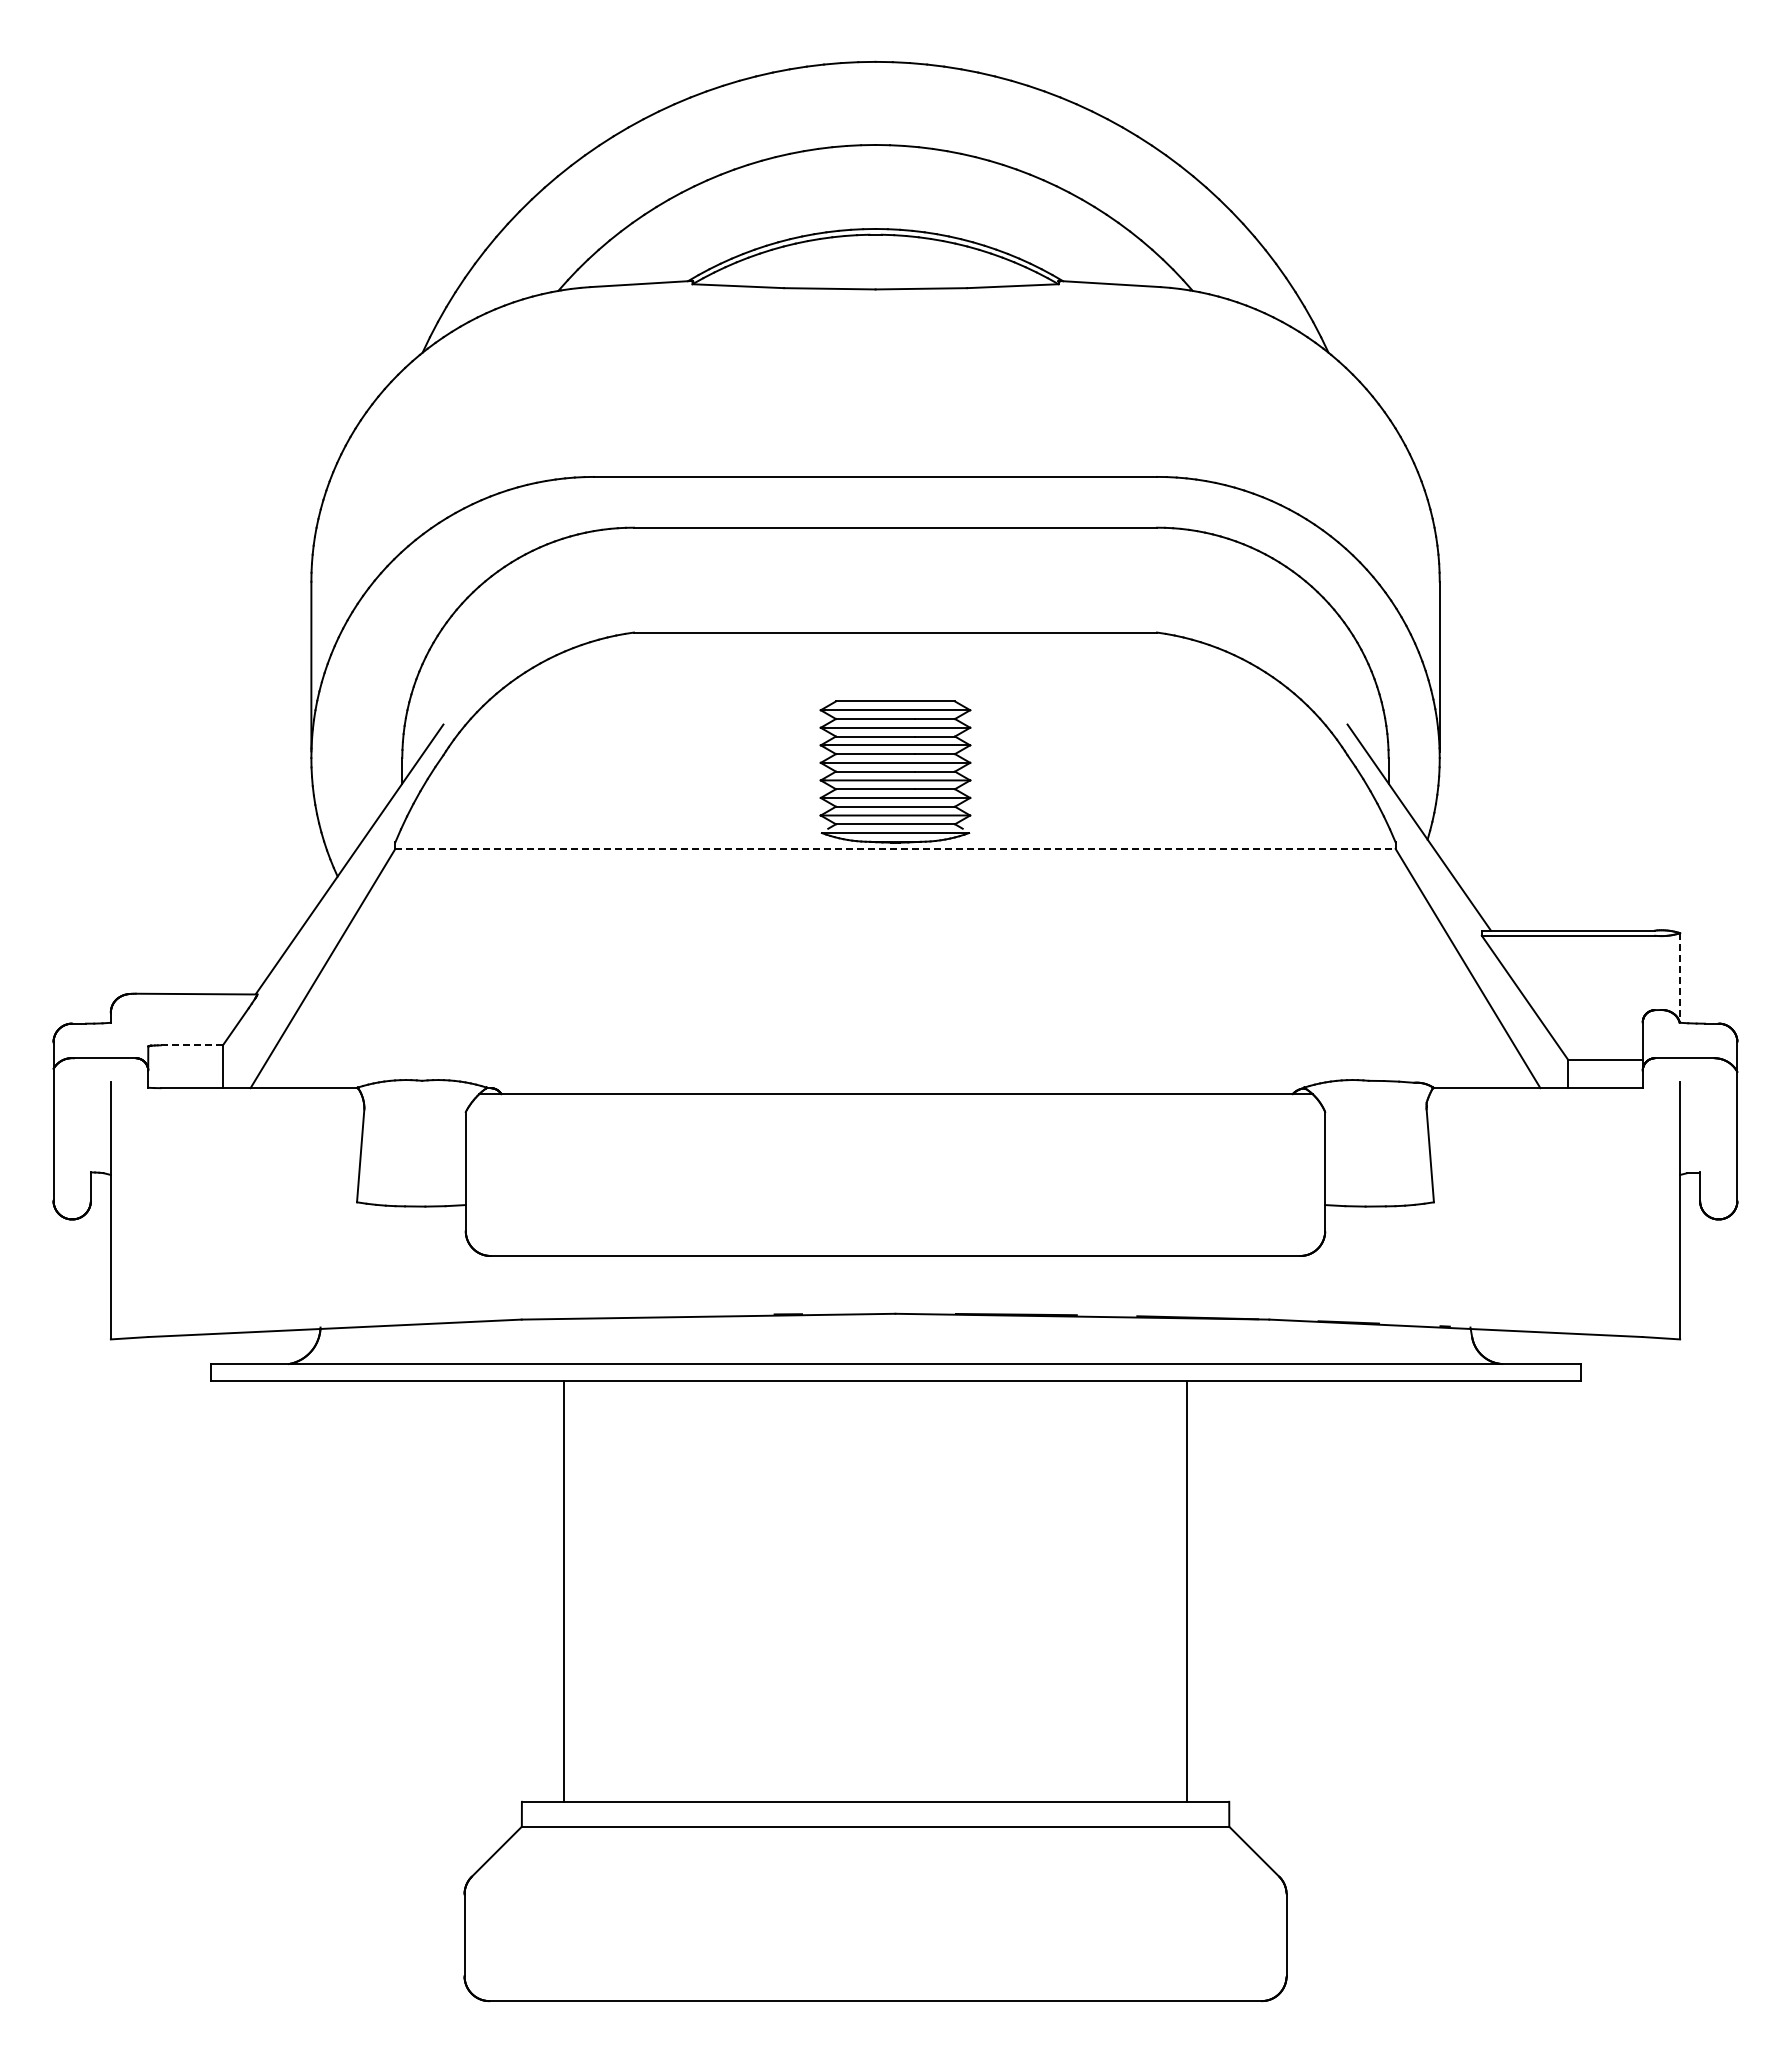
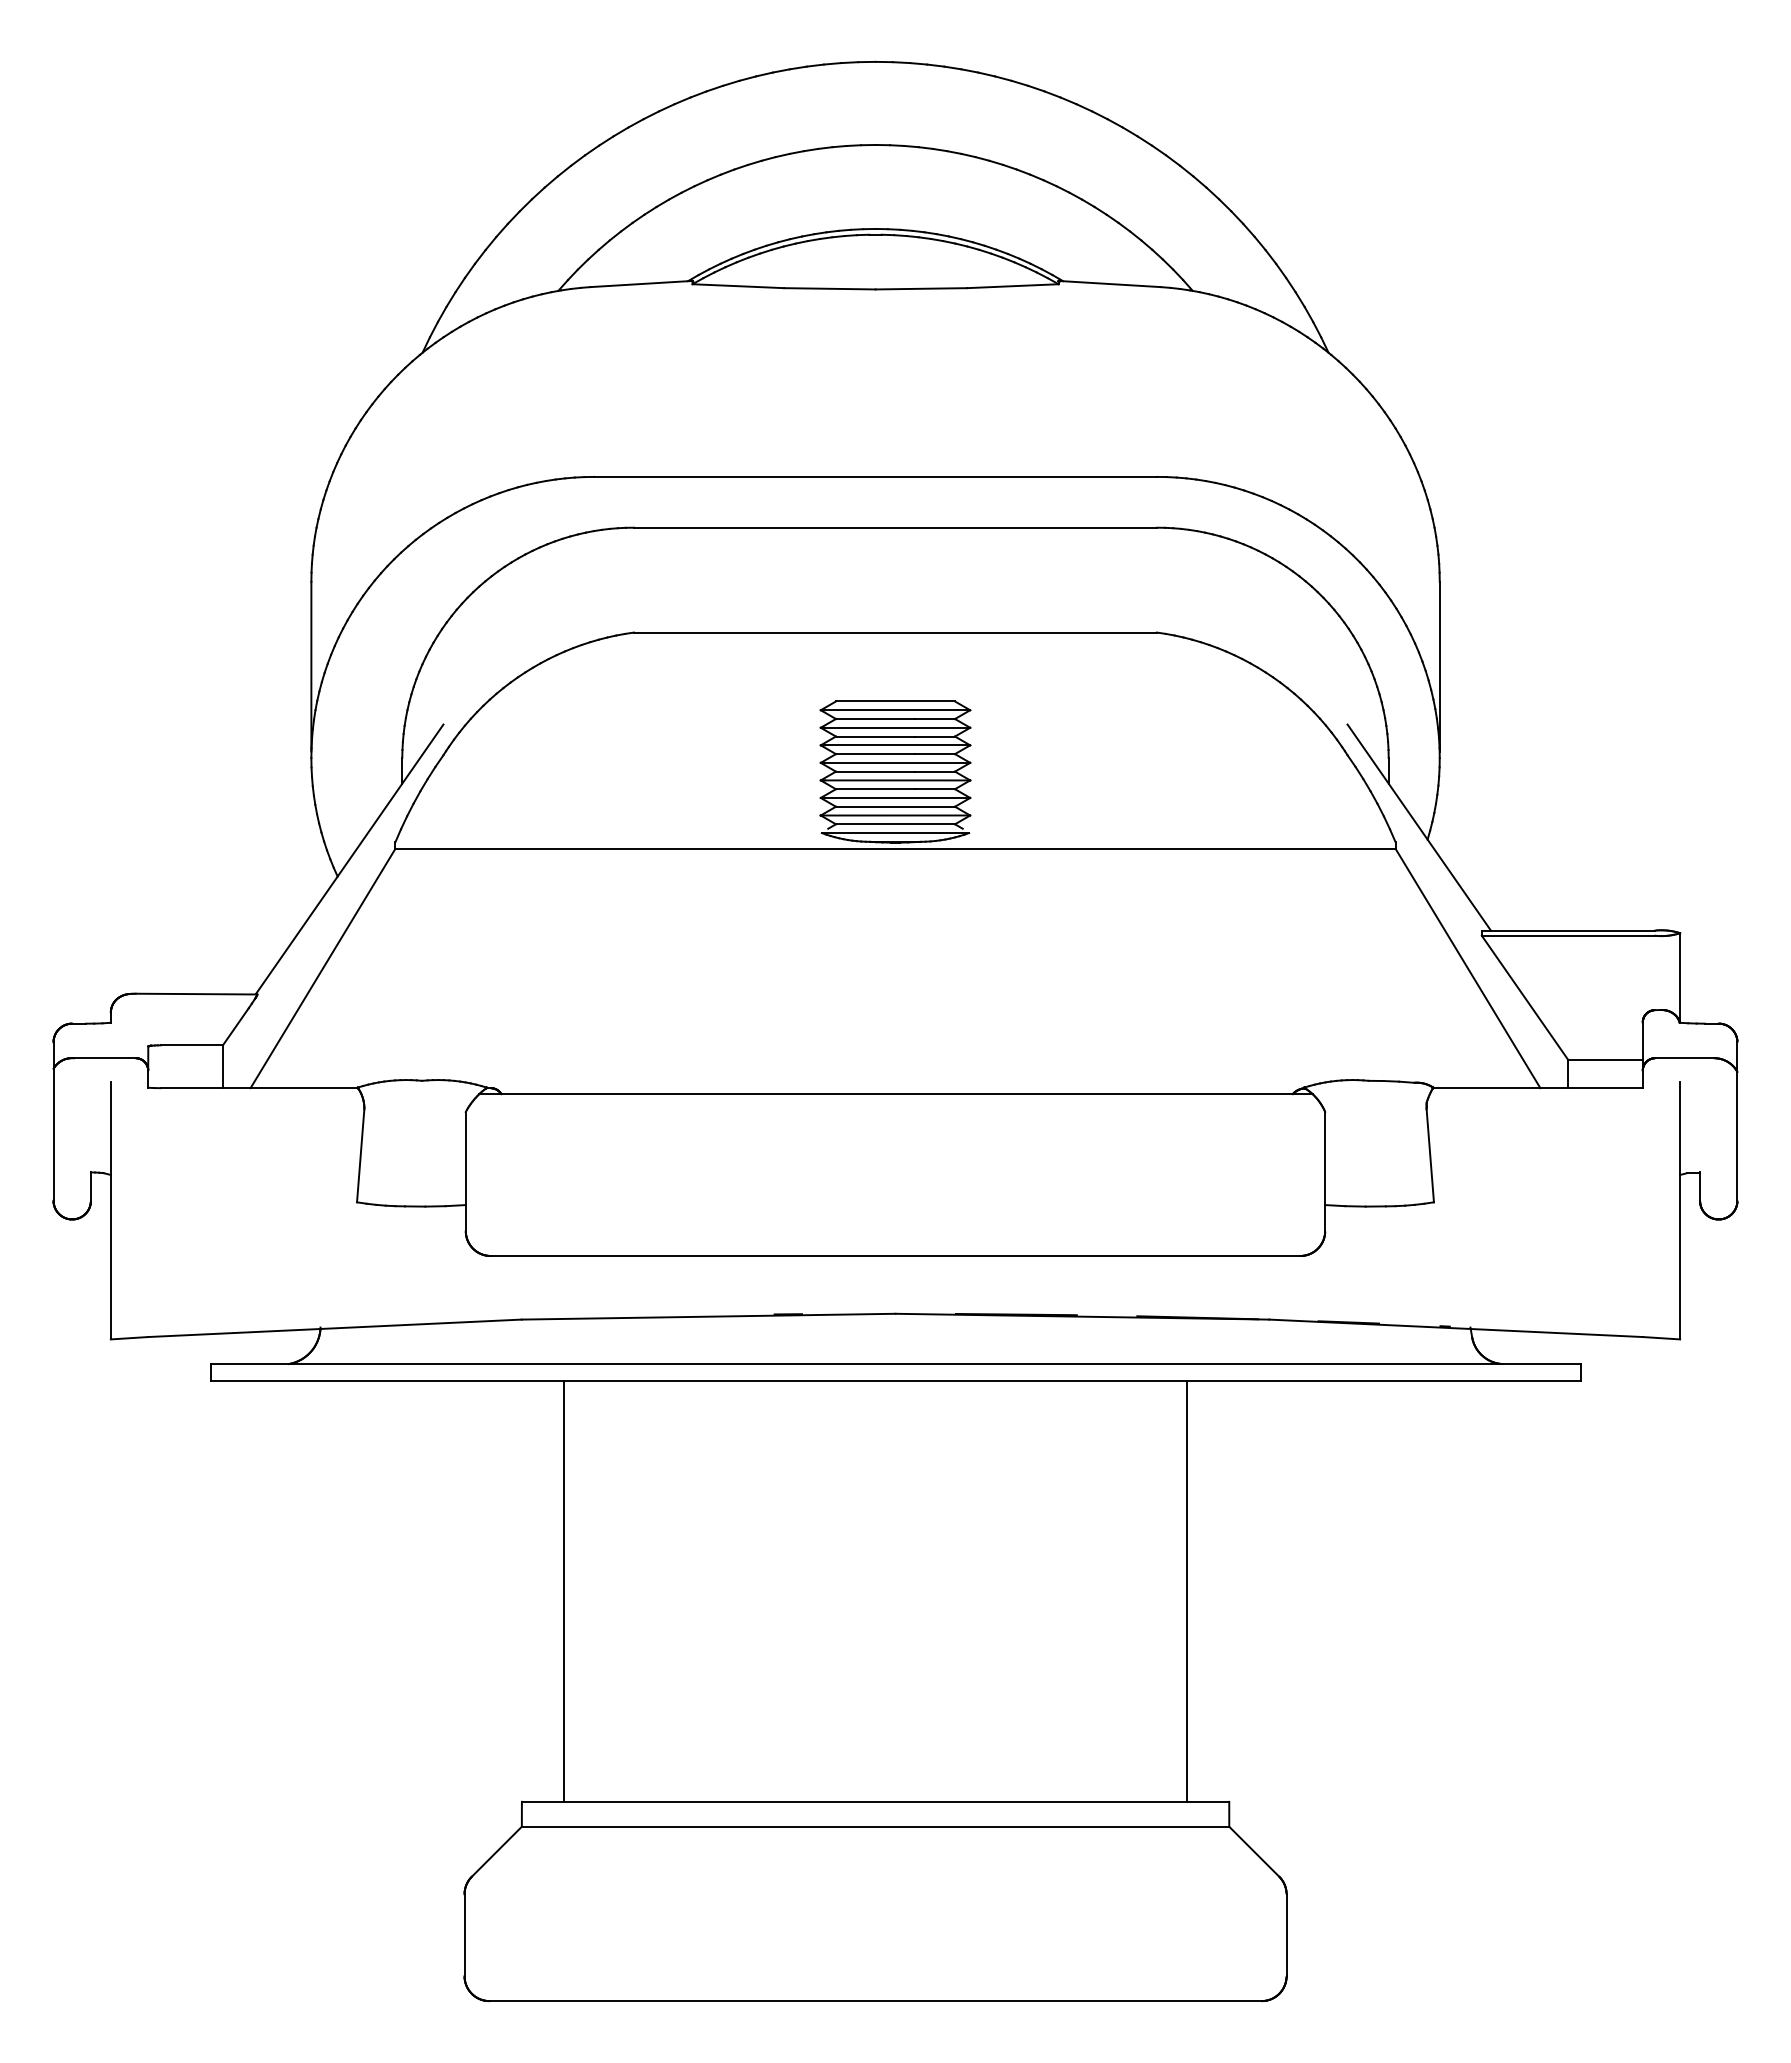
line at (896, 848): dashed -> solid
line at (1680, 978): dashed -> solid
line at (191, 1045): dashed -> solid
